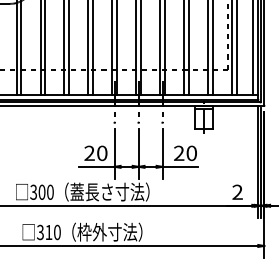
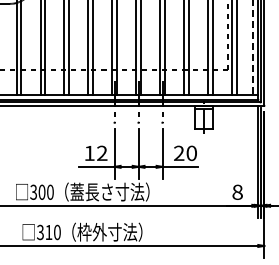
line at (253, 48): solid -> dashed
text at (95, 153): 20 -> 12
text at (237, 191): 2 -> 8
